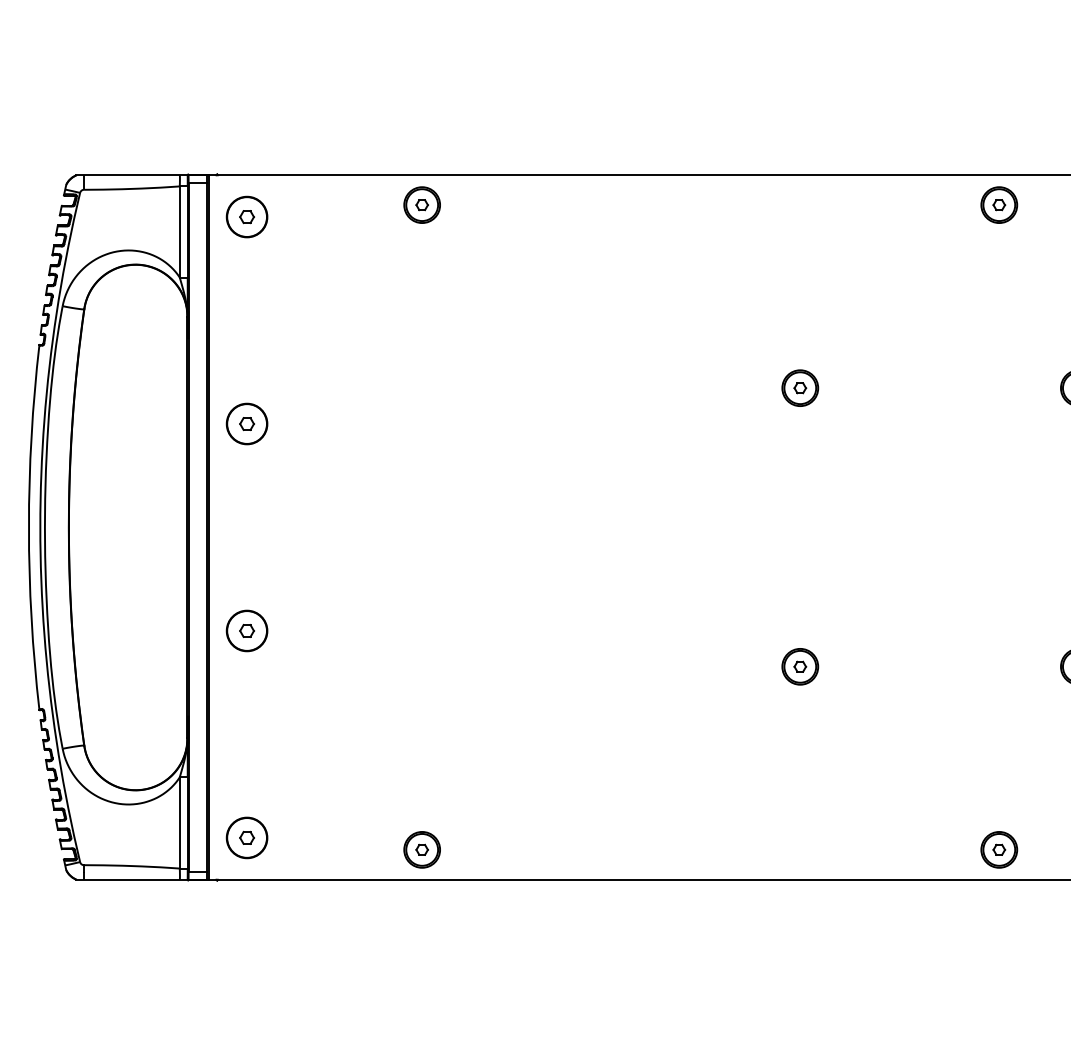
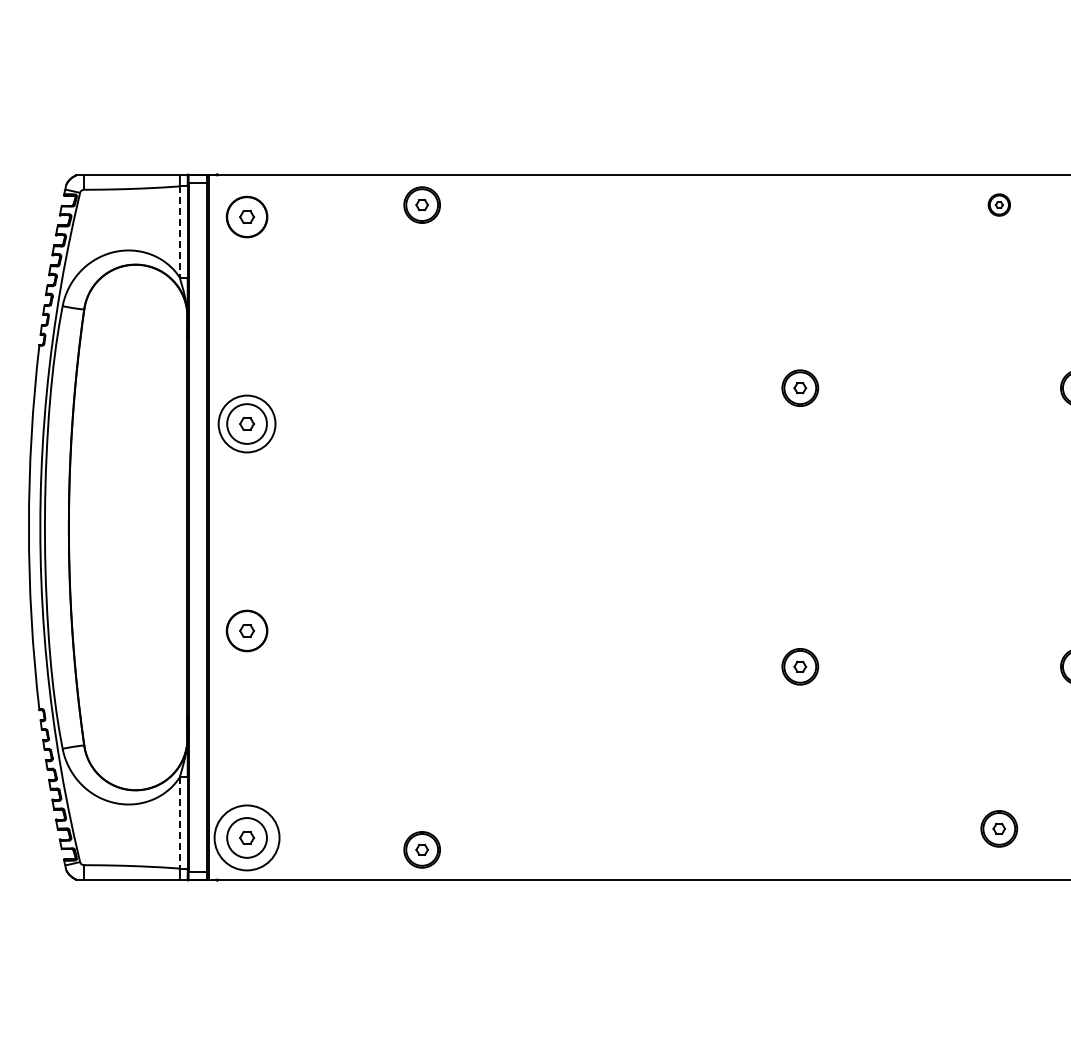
part at (999, 204) size: 39x38 px -> 24x24 px
line at (179, 232): solid -> dashed
circle at (246, 423) diameter: 41 px -> 57 px
line at (179, 822): solid -> dashed
circle at (246, 837) diameter: 41 px -> 65 px
part at (999, 849) position: (999, 849) -> (999, 828)
